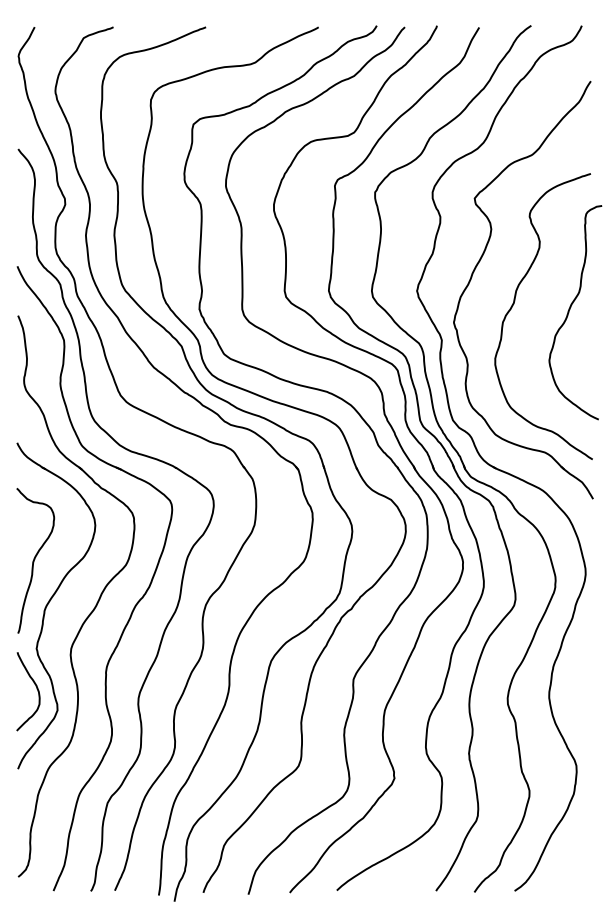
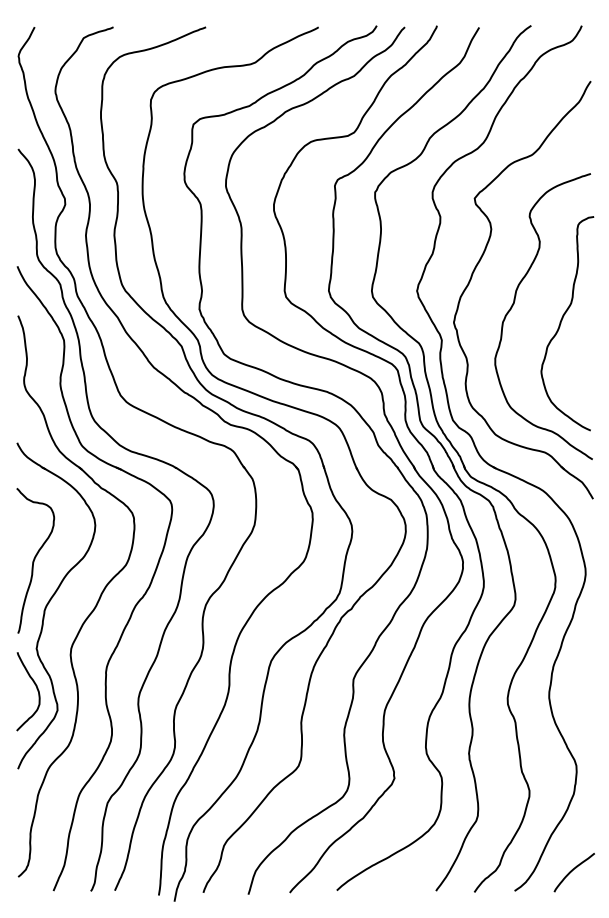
curve at (570, 309) position: (570, 309) -> (562, 320)
curve at (572, 871): none -> present
